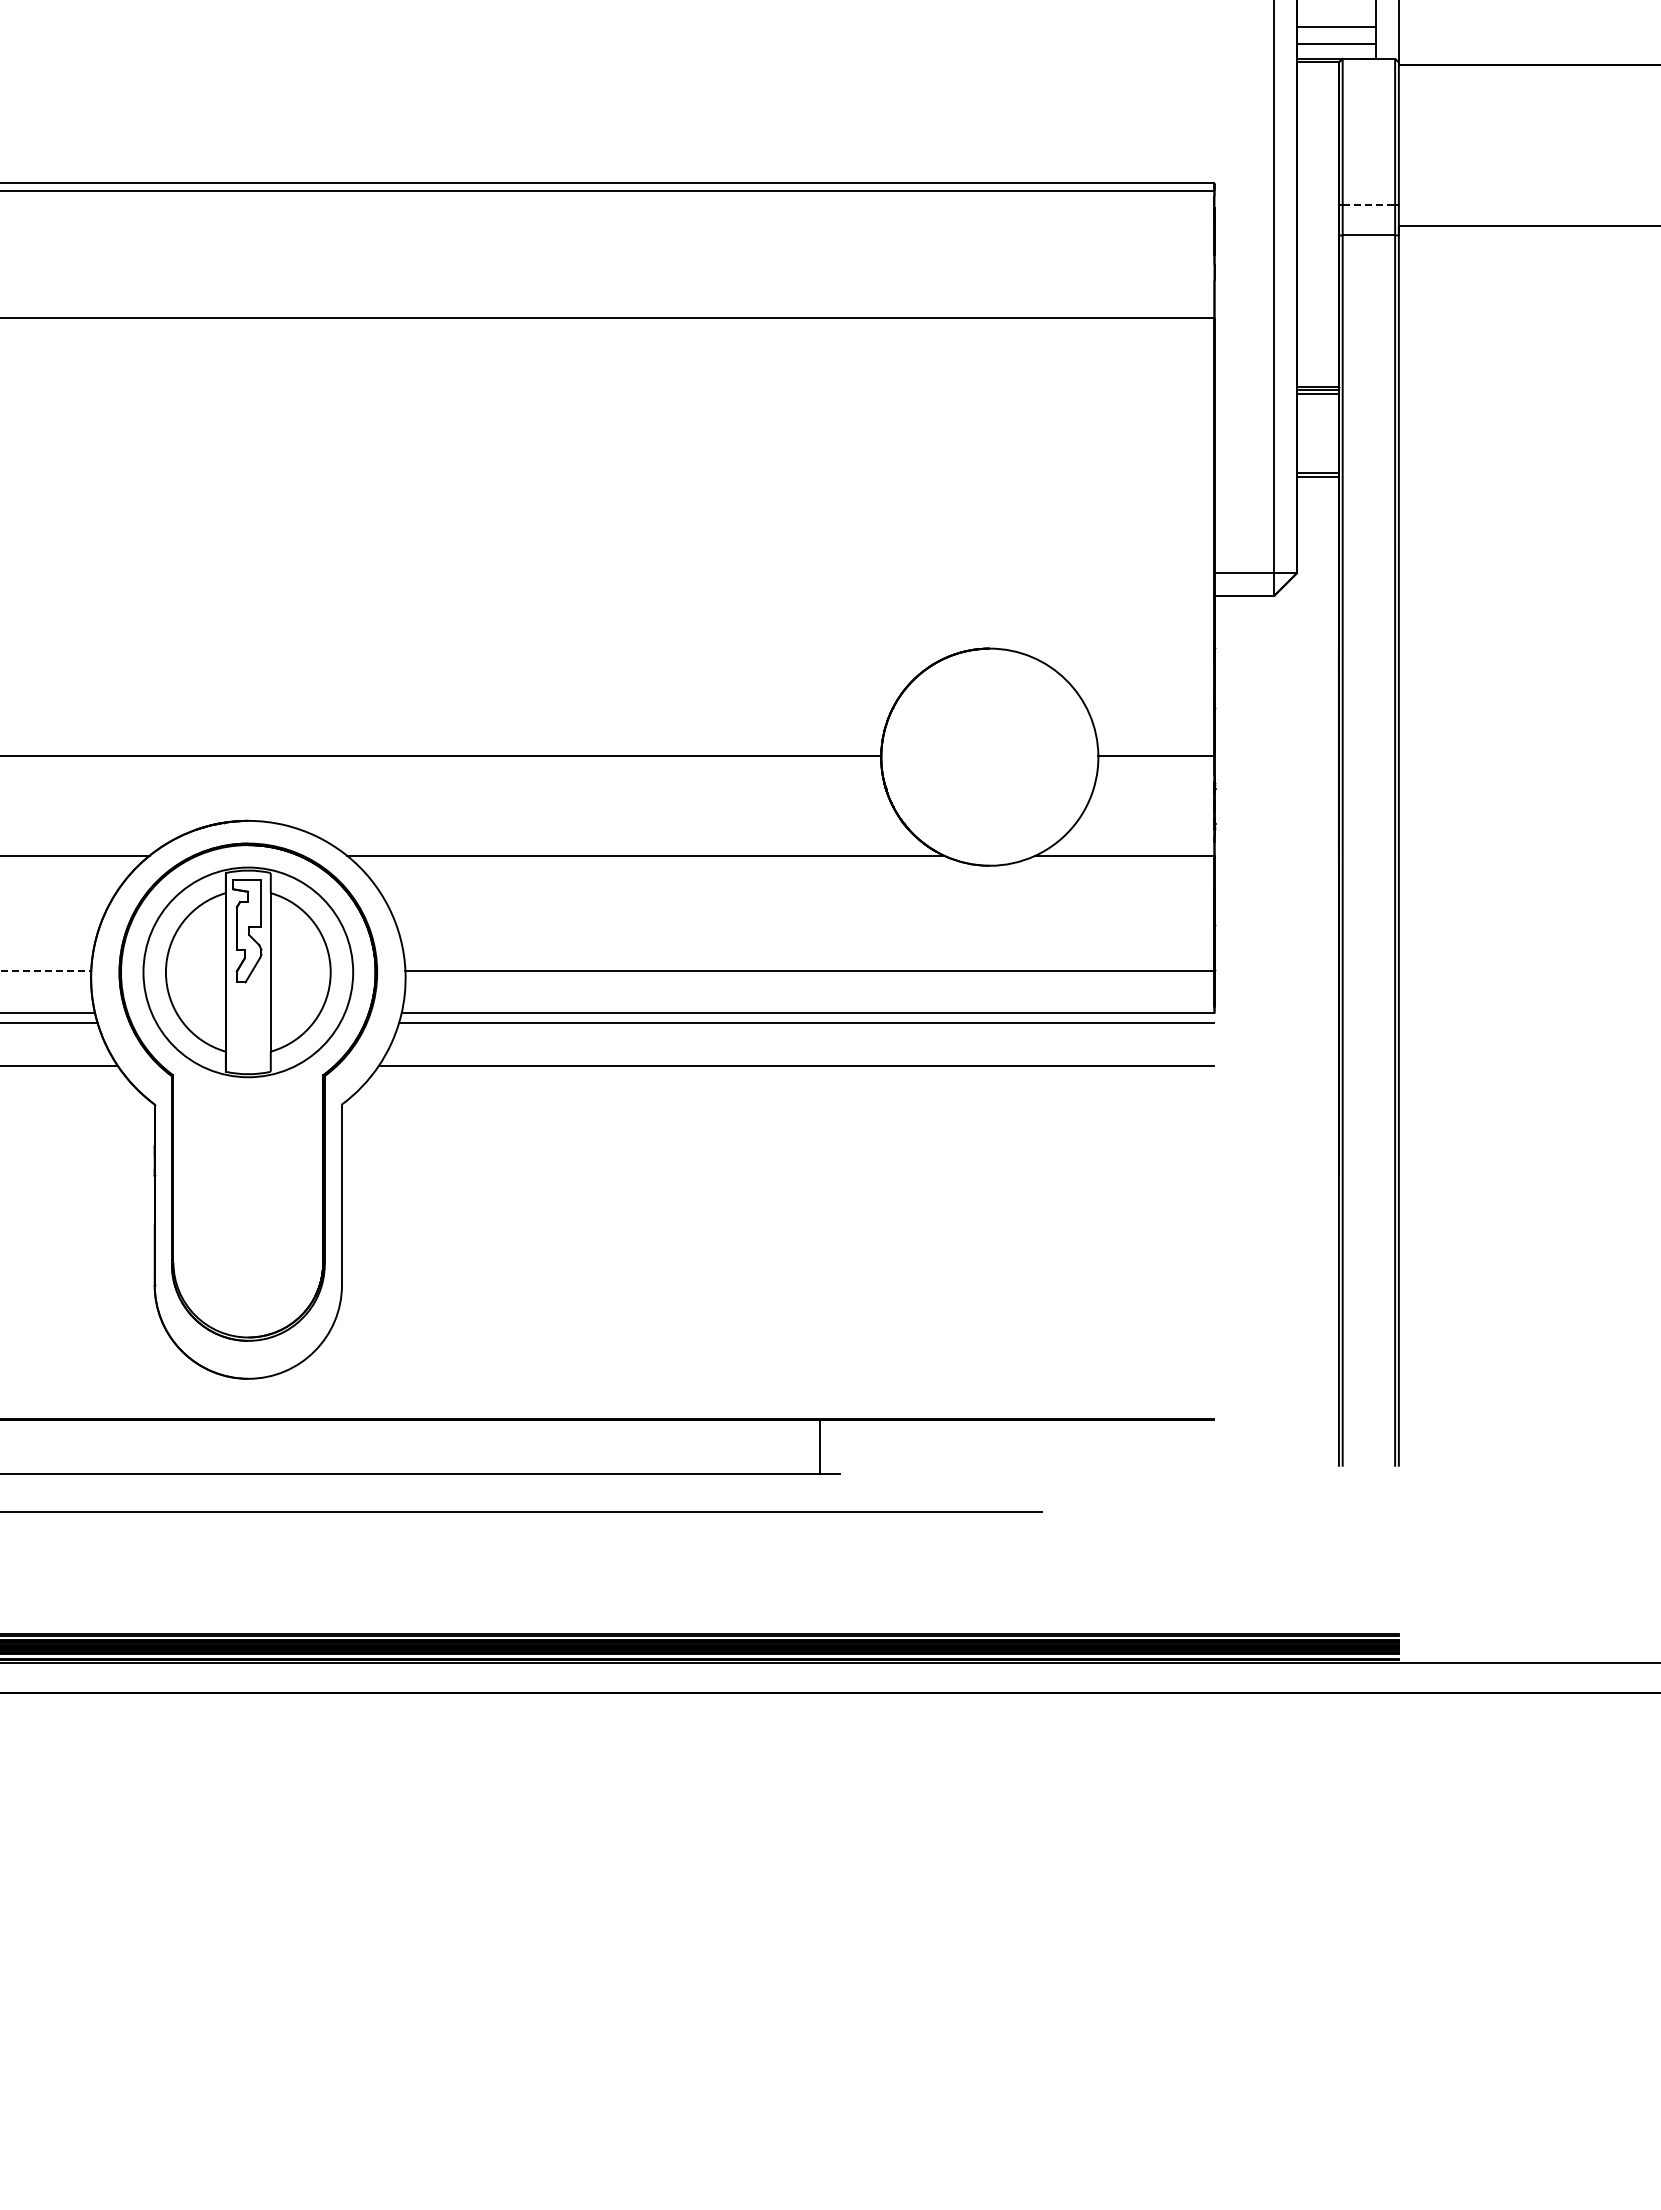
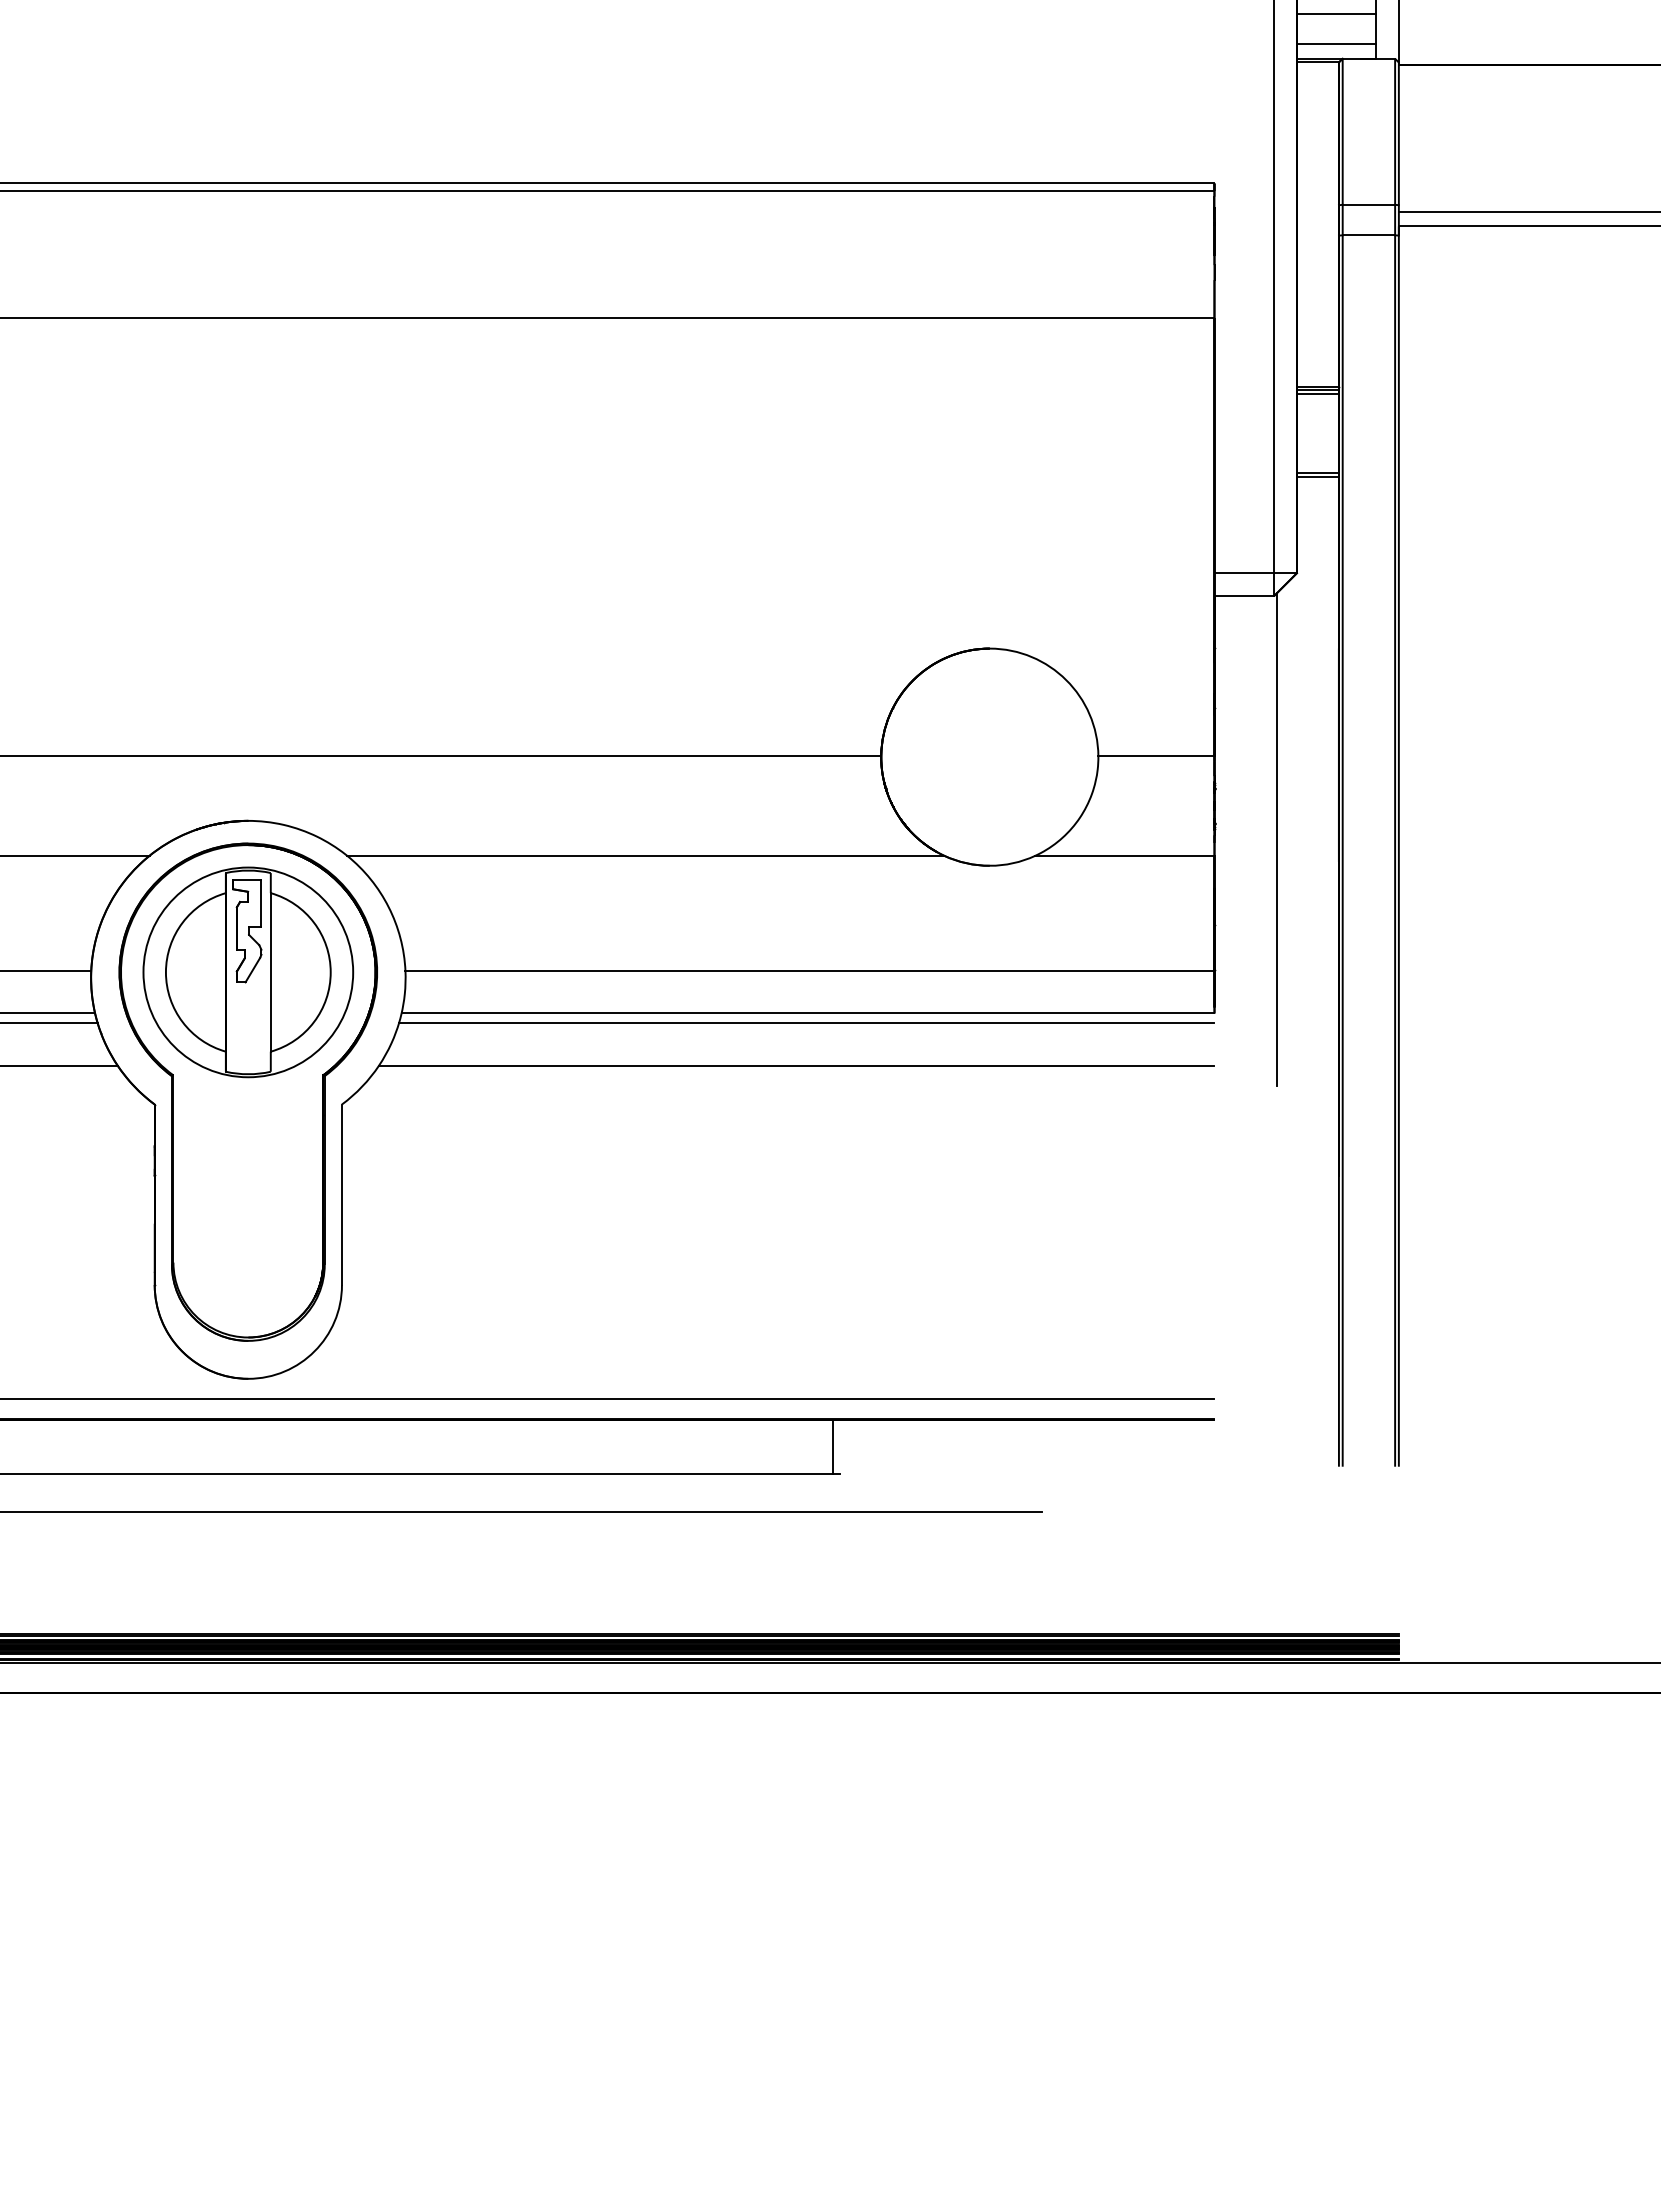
line at (1336, 26) position: (1336, 26) -> (1336, 13)
line at (1369, 204): dashed -> solid
line at (1527, 212): none -> present
line at (1277, 839): none -> present
line at (46, 971): dashed -> solid
line at (608, 1398): none -> present
line at (819, 1447) position: (819, 1447) -> (832, 1447)
